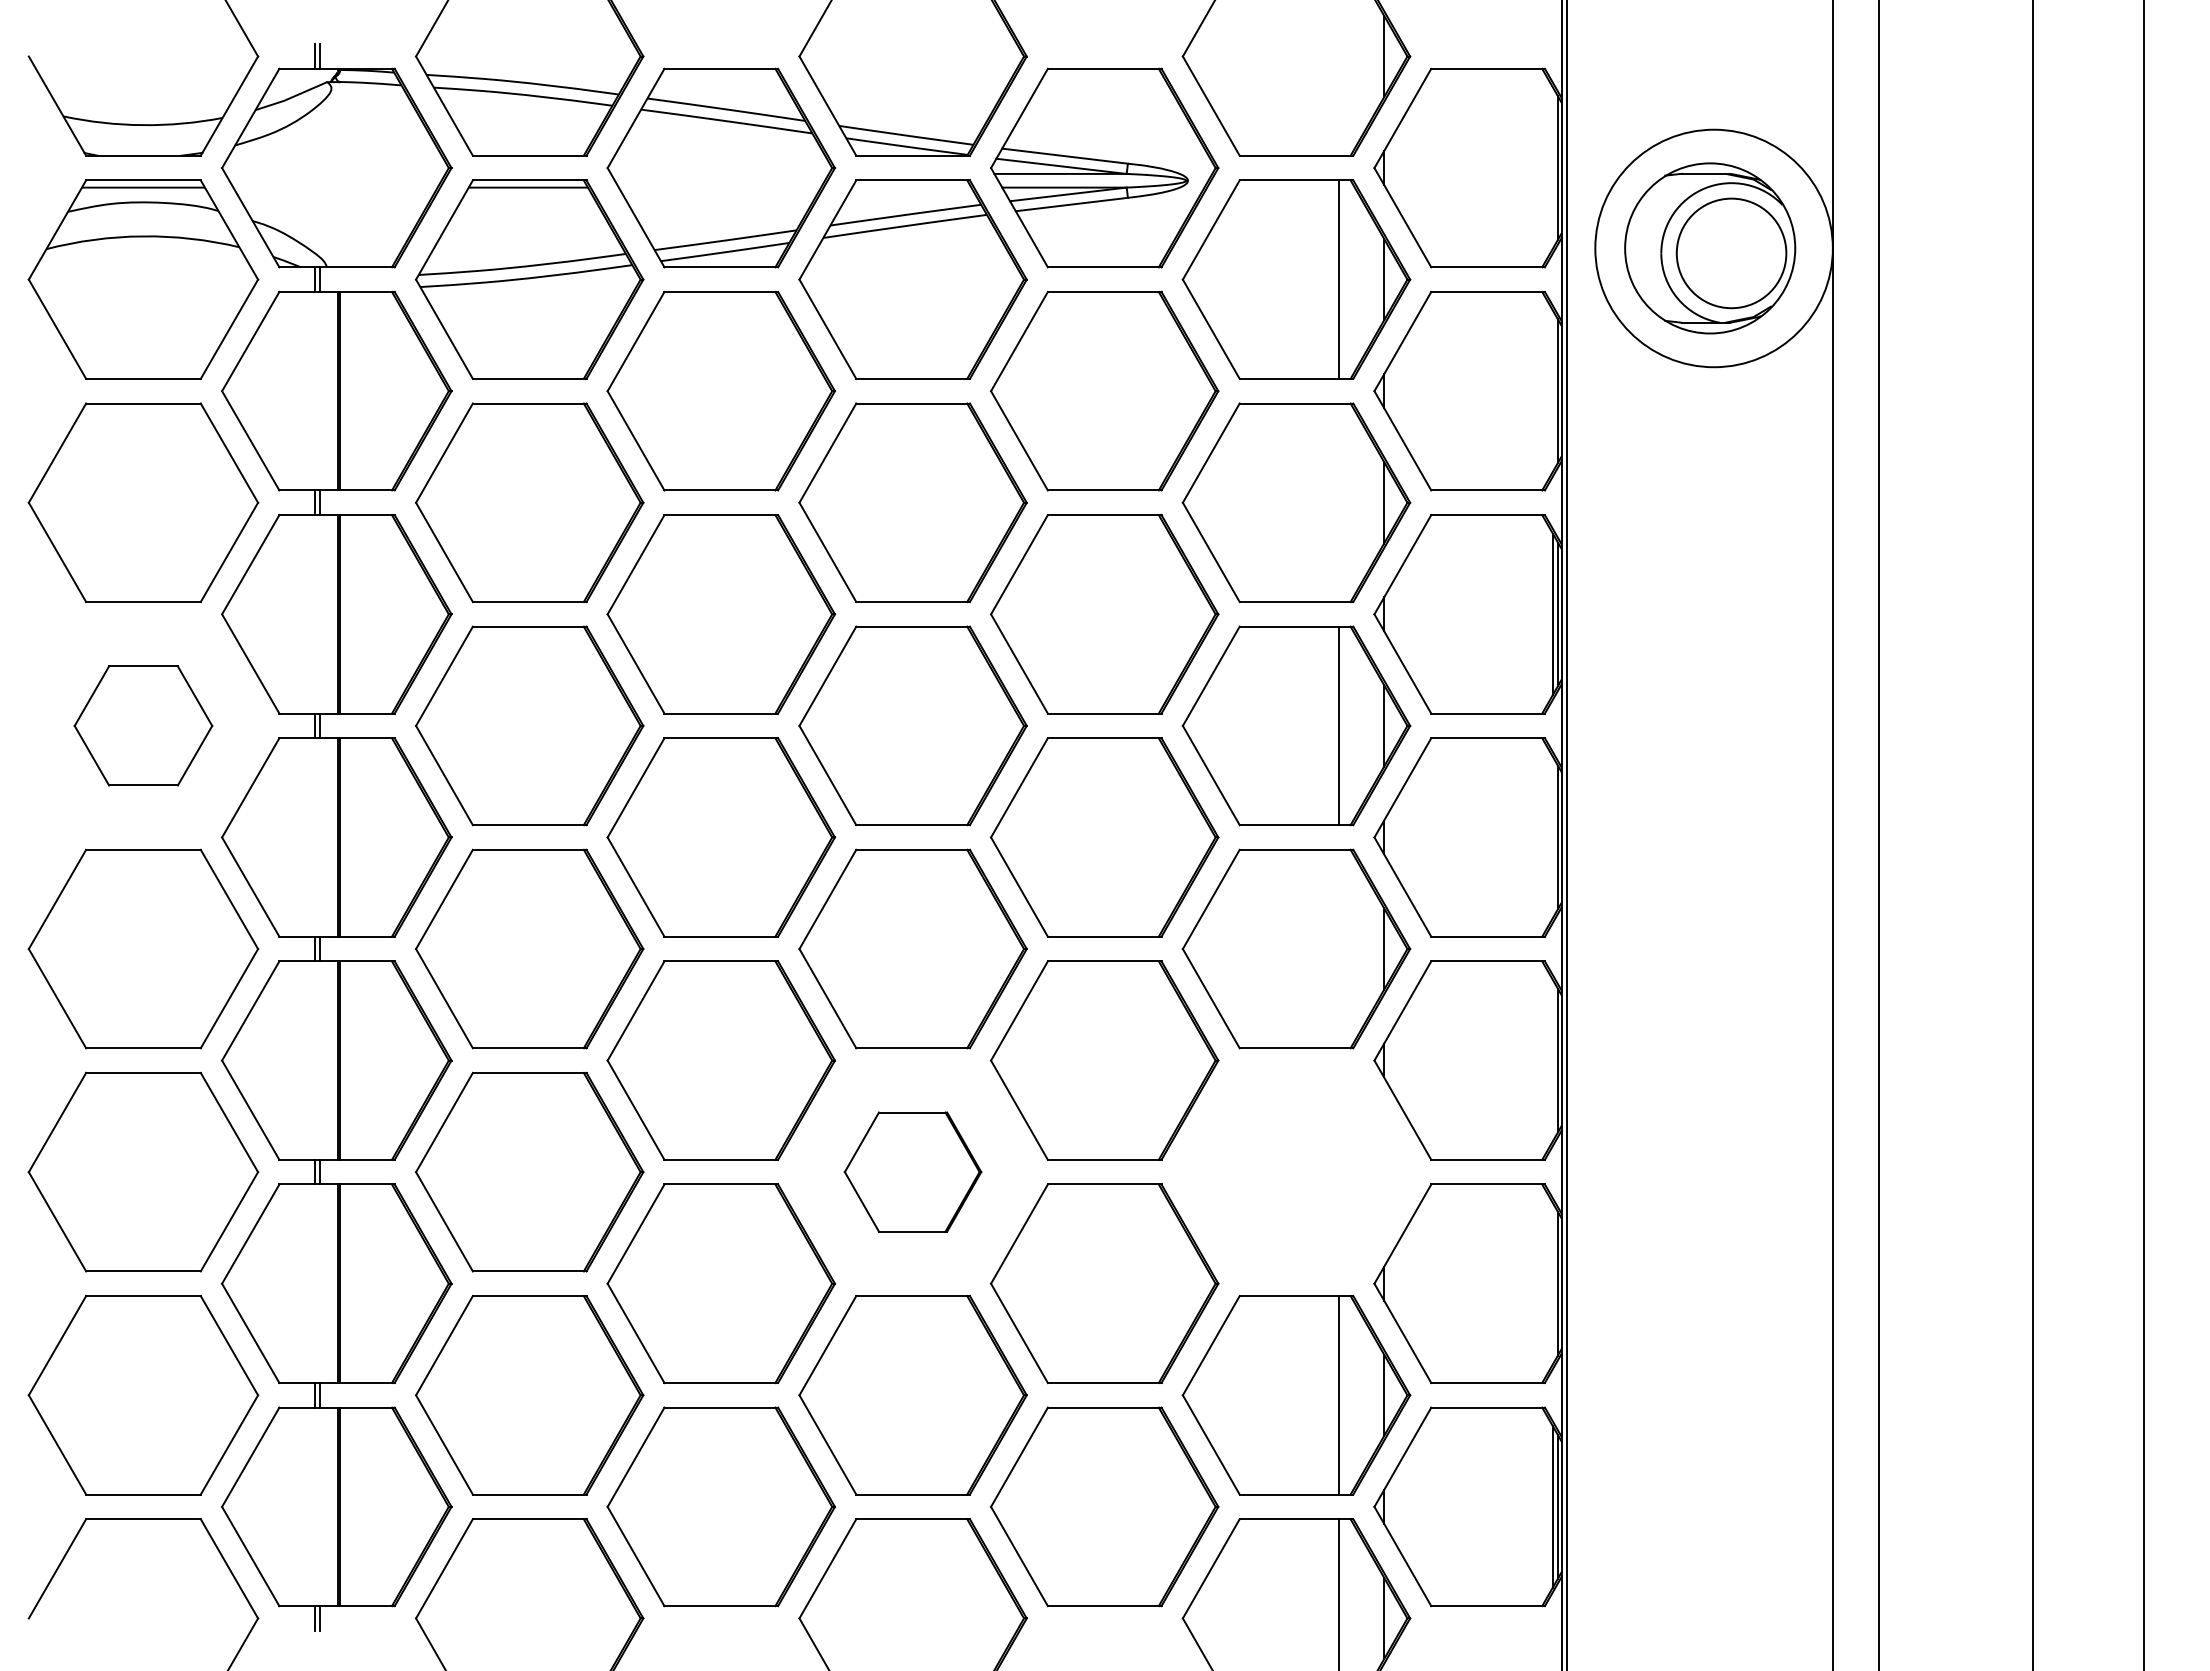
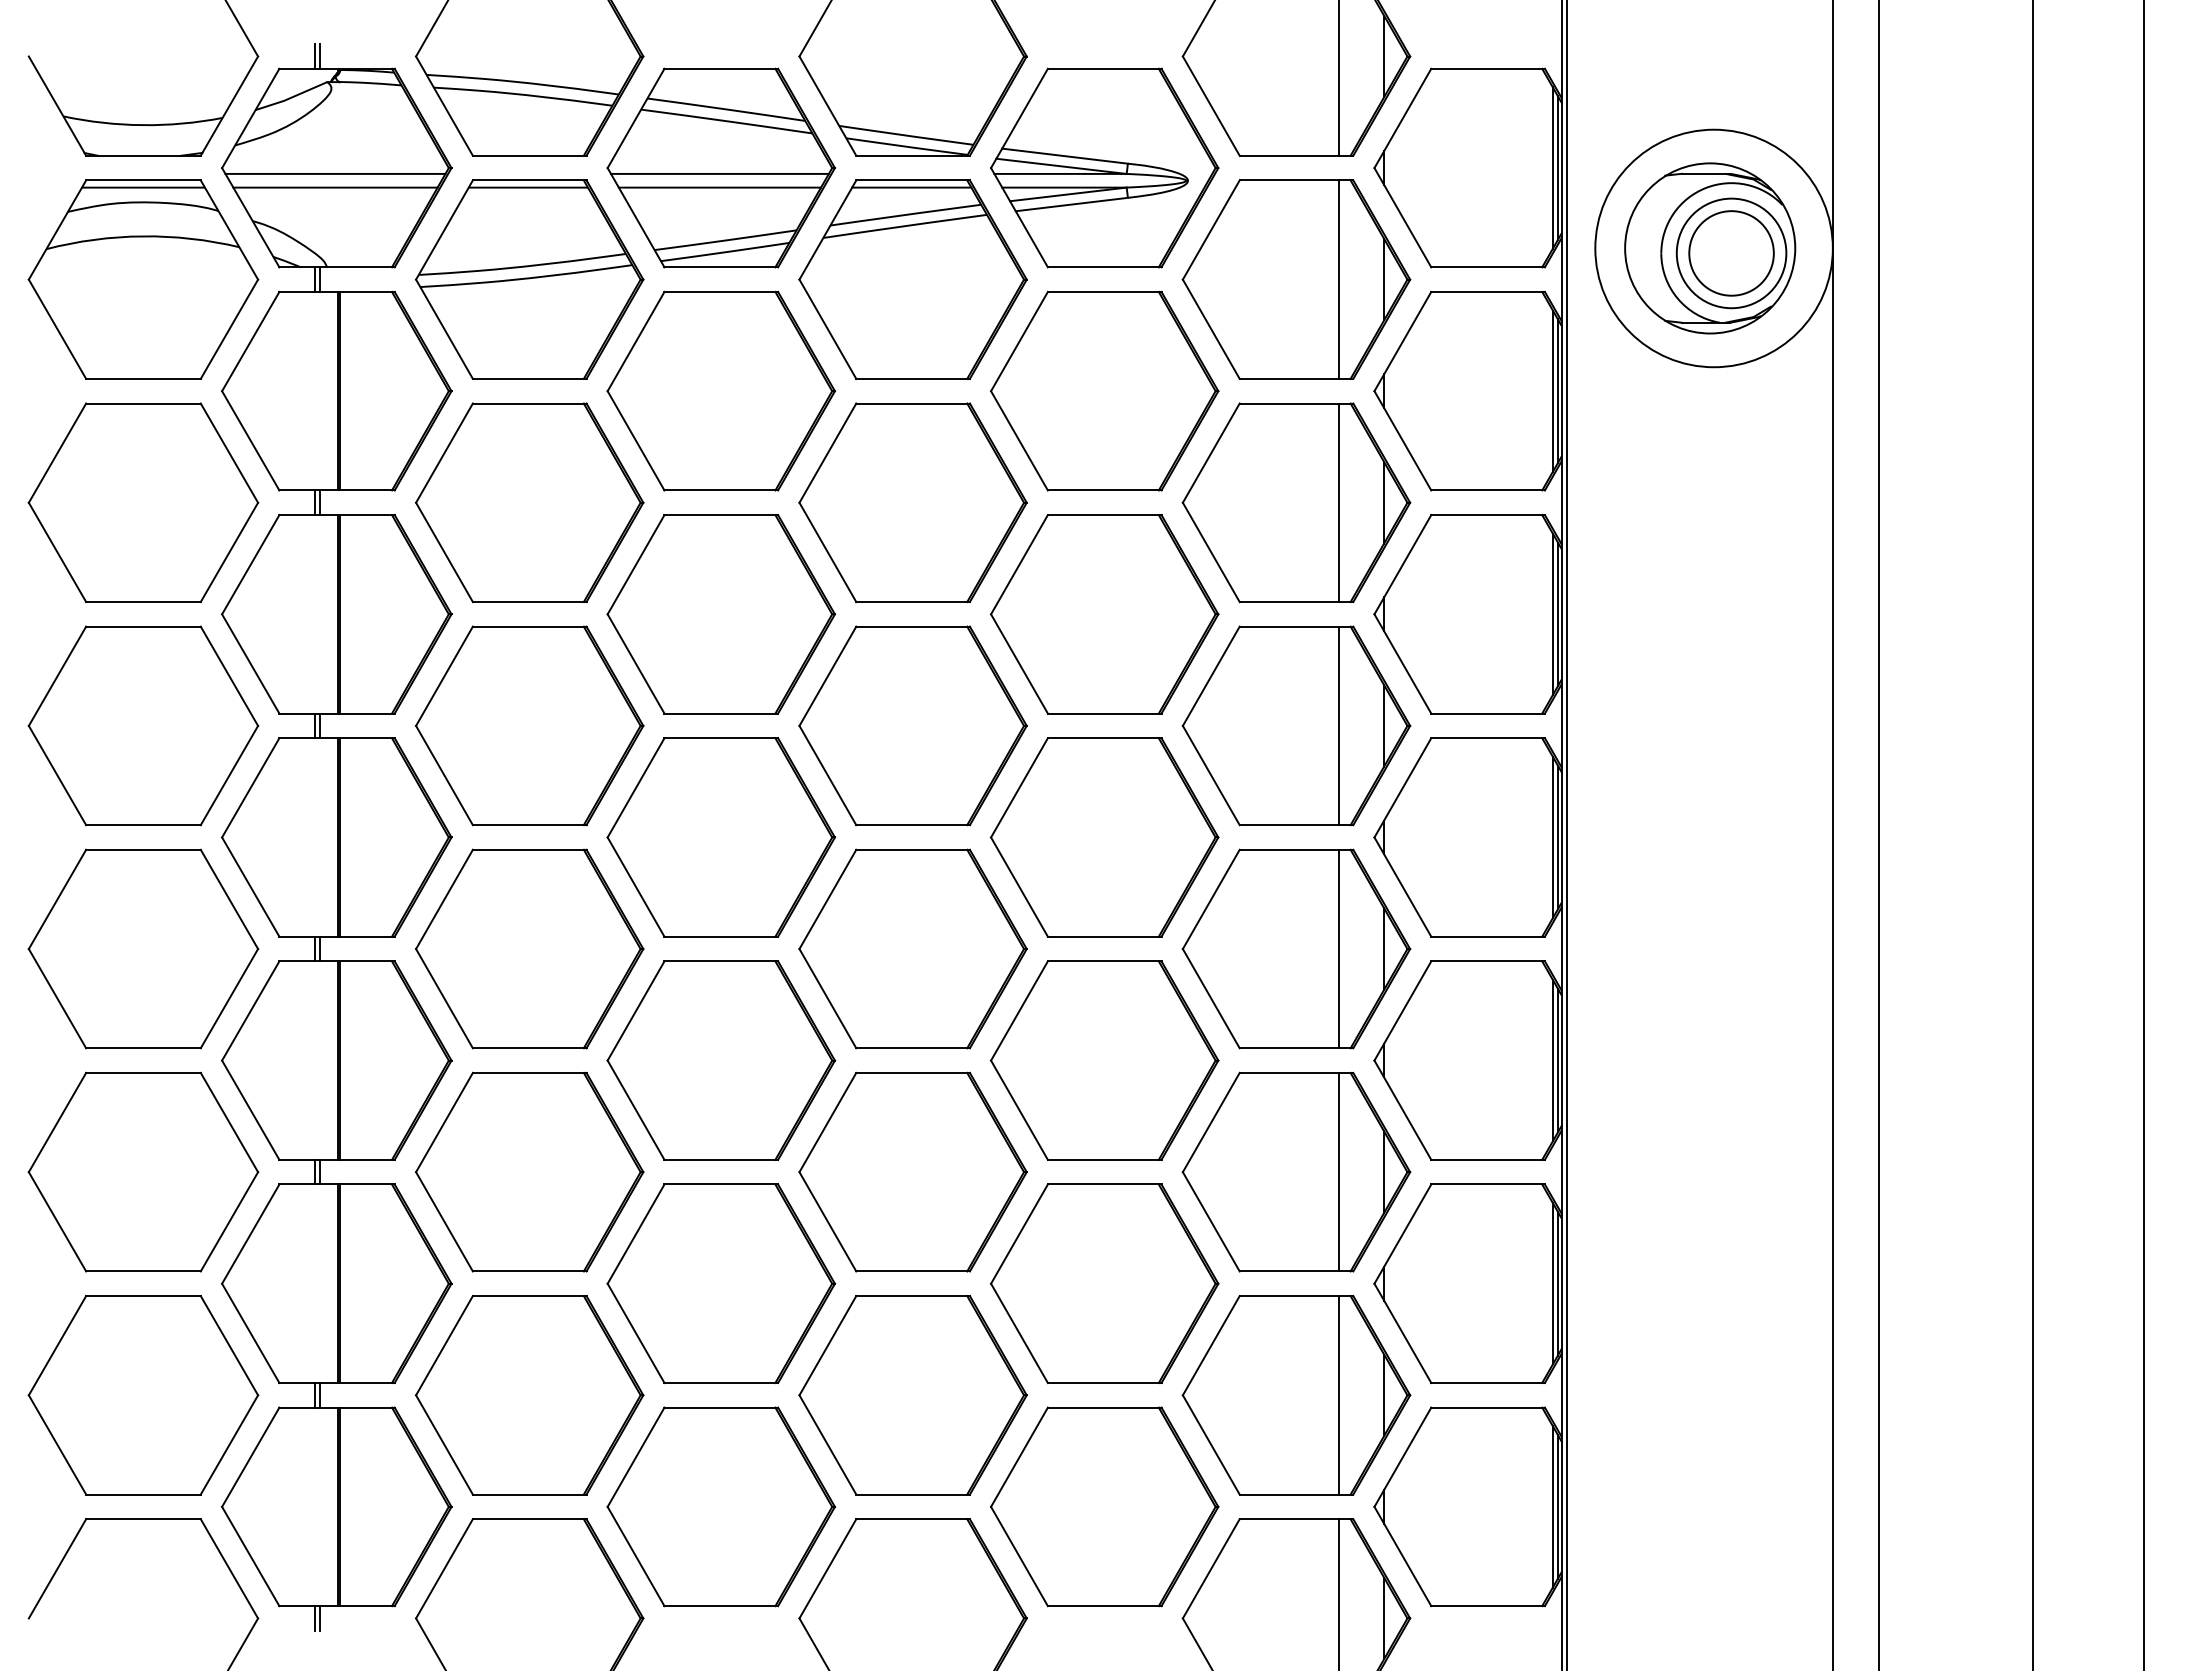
line at (1339, 78): none -> present
line at (1552, 167): none -> present
line at (335, 173): none -> present
line at (719, 173): none -> present
line at (335, 187): none -> present
line at (719, 187): none -> present
line at (911, 187): none -> present
circle at (1731, 253): none -> present
line at (1552, 390): none -> present
line at (1339, 502): none -> present
part at (143, 725) size: 141x122 px -> 233x202 px
line at (1552, 837): none -> present
line at (1339, 948): none -> present
line at (1552, 1060): none -> present
part at (912, 1171) size: 140x122 px -> 230x202 px
part at (1296, 1171): none -> present
line at (1552, 1283): none -> present
